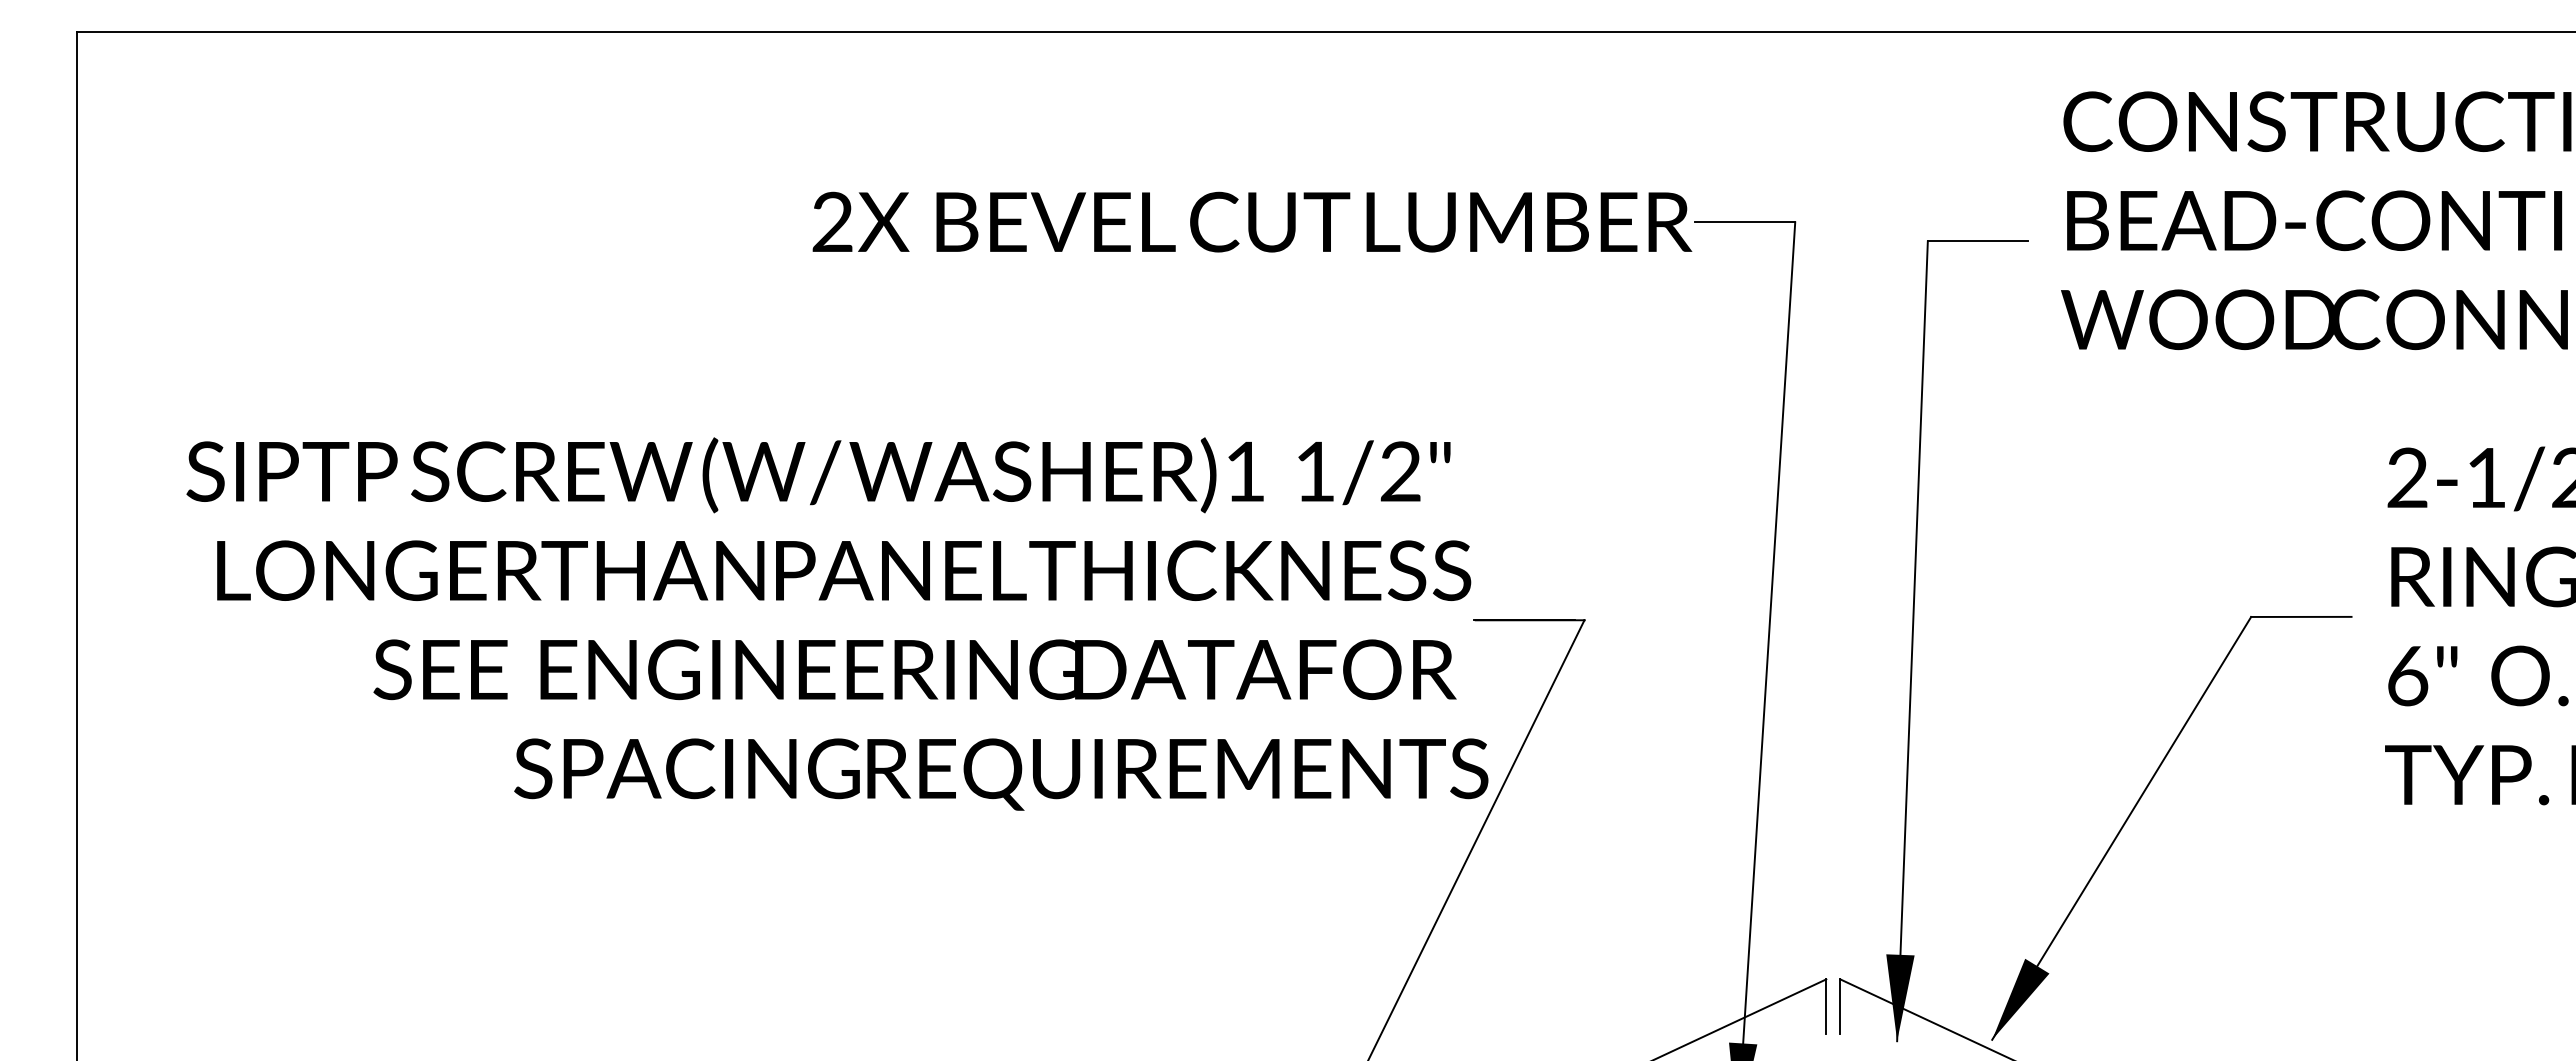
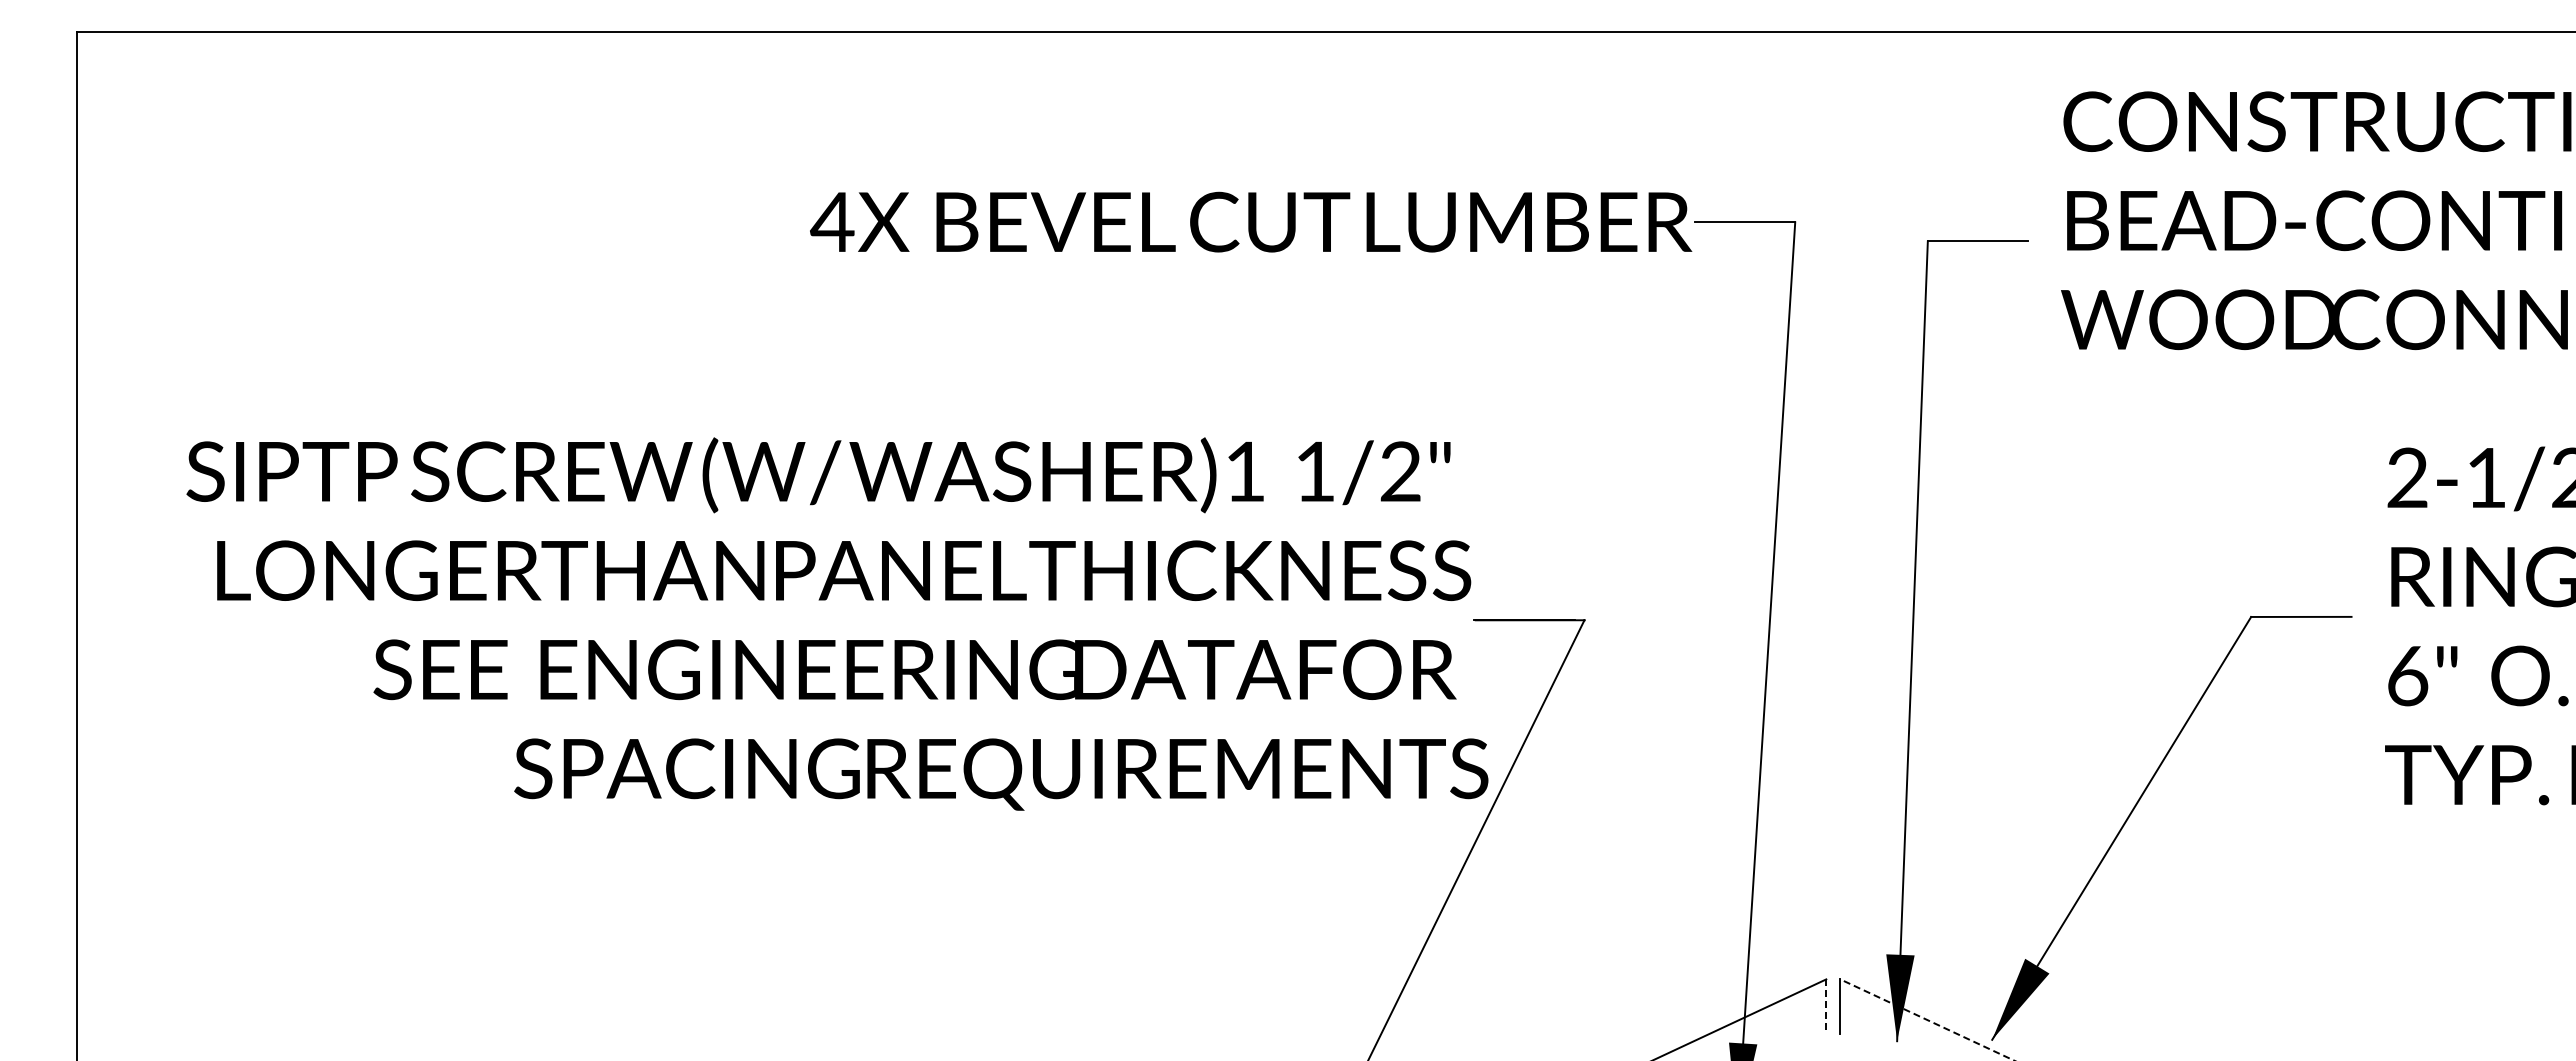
text at (832, 221): 2X -> 4X
line at (1826, 1007): solid -> dashed
line at (1927, 1020): solid -> dashed
